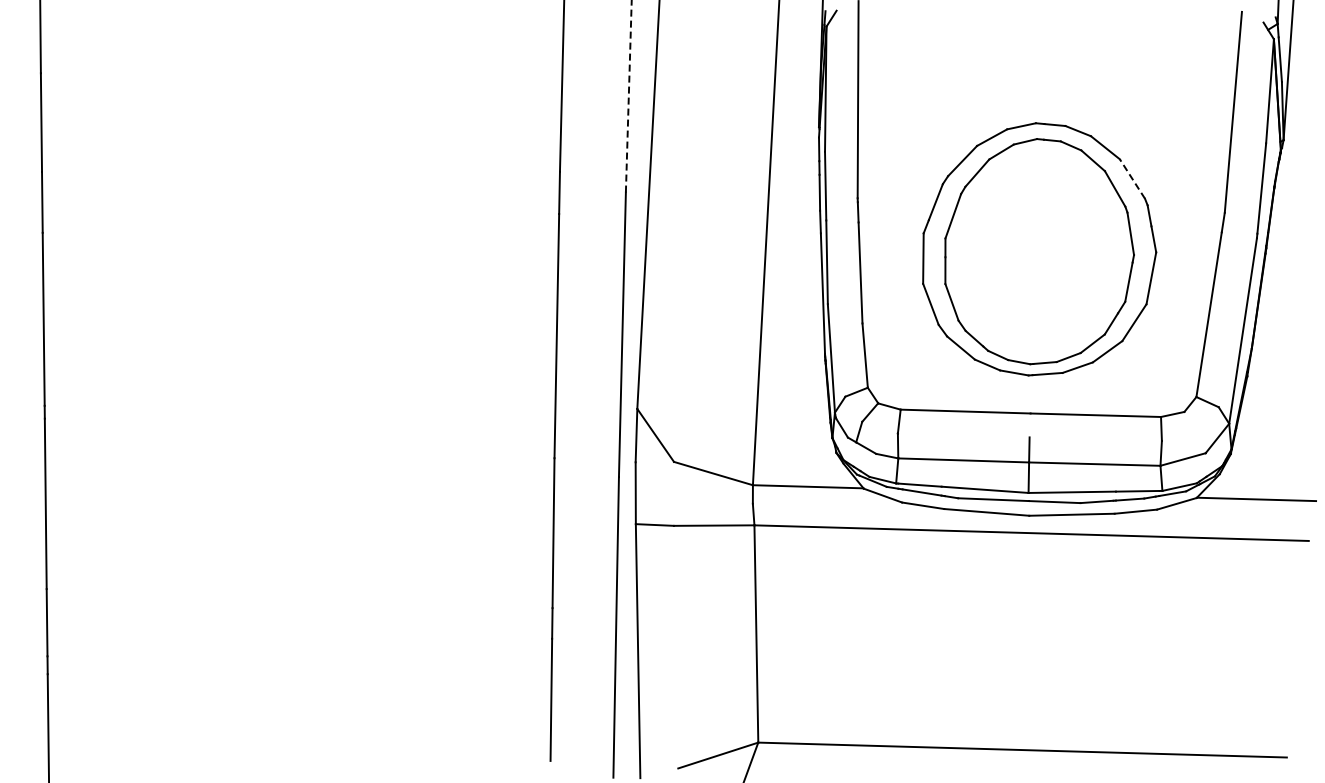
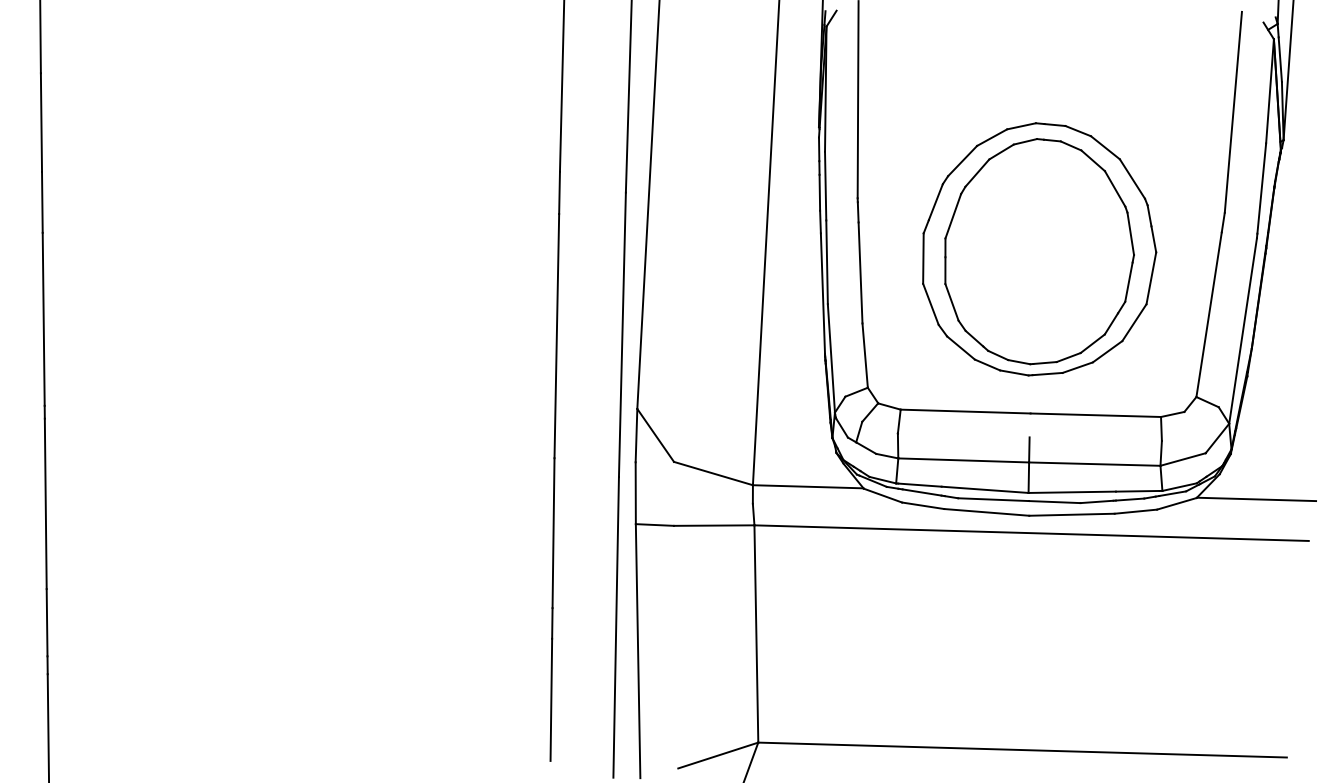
line at (628, 95): dashed -> solid
line at (1132, 178): dashed -> solid
